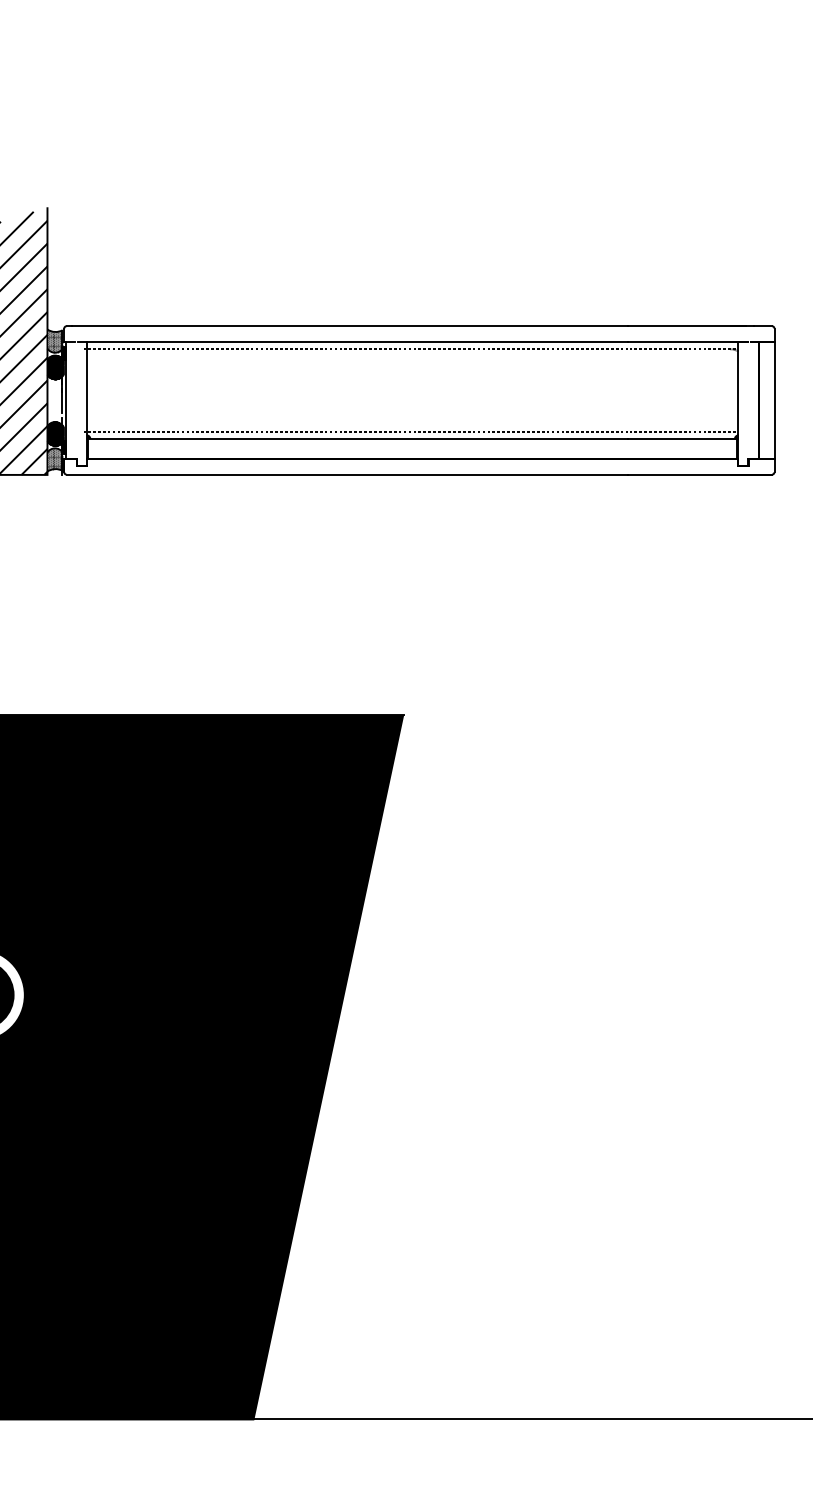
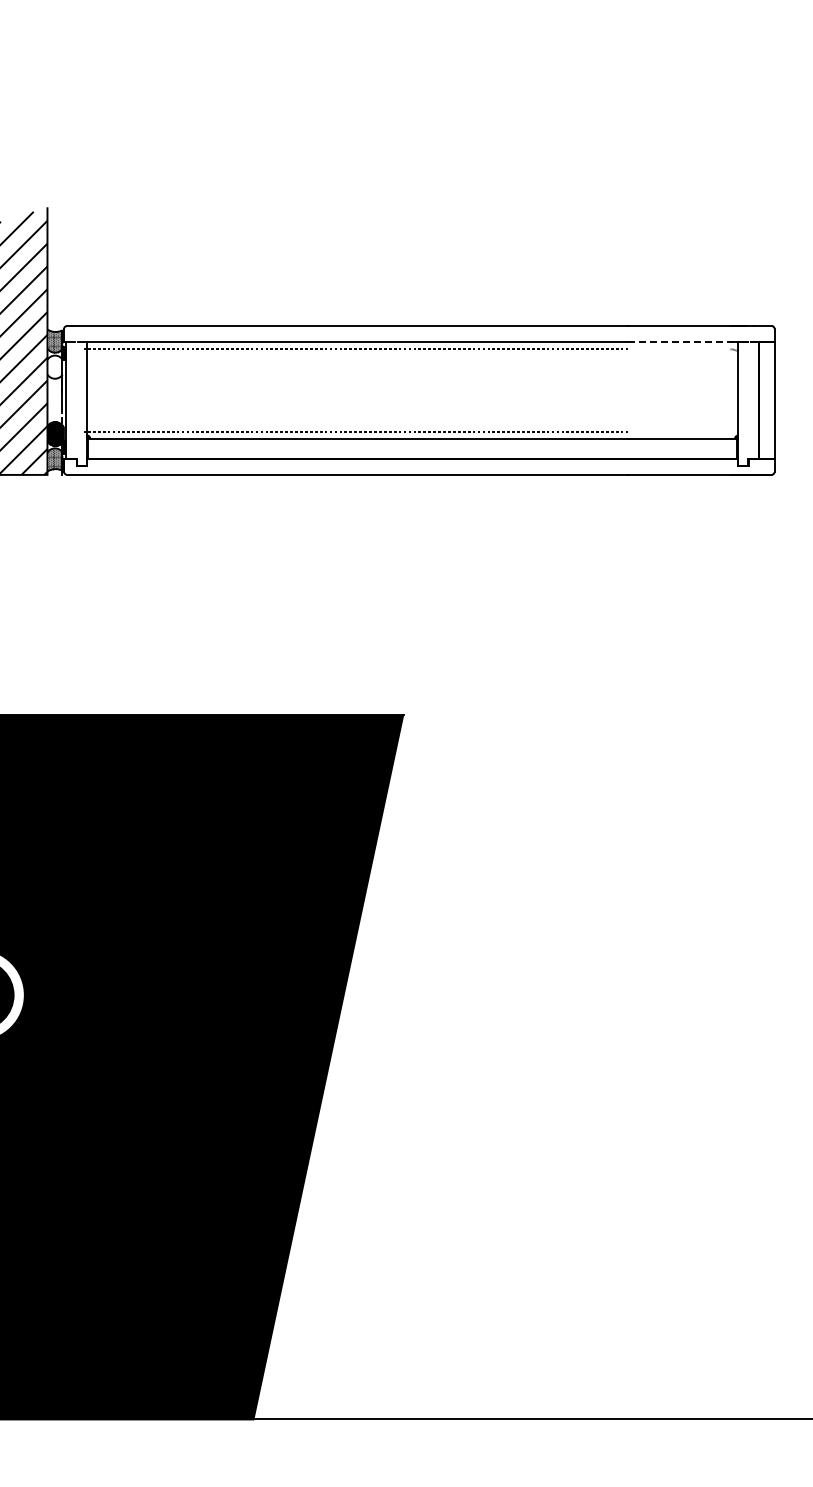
line at (683, 342): solid -> dashed
line at (682, 349): present -> none
hatch at (54, 366): present -> none
line at (682, 432): present -> none
